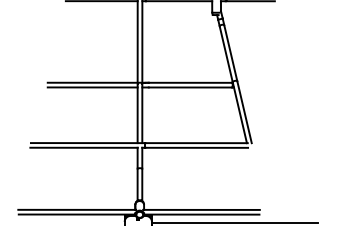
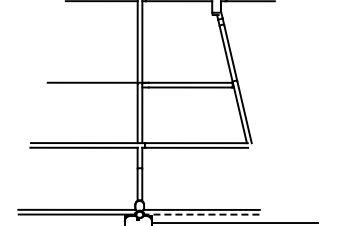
line at (92, 87): present -> none
line at (201, 214): solid -> dashed
